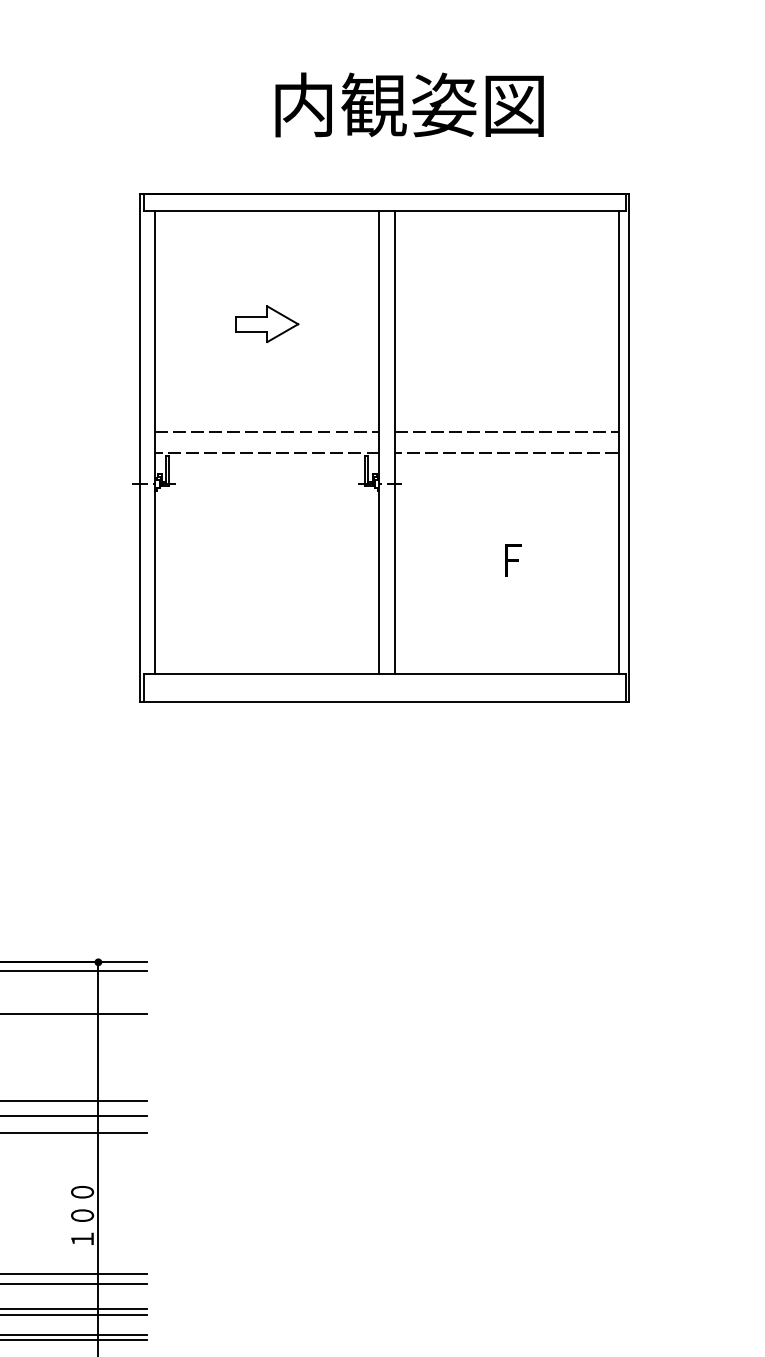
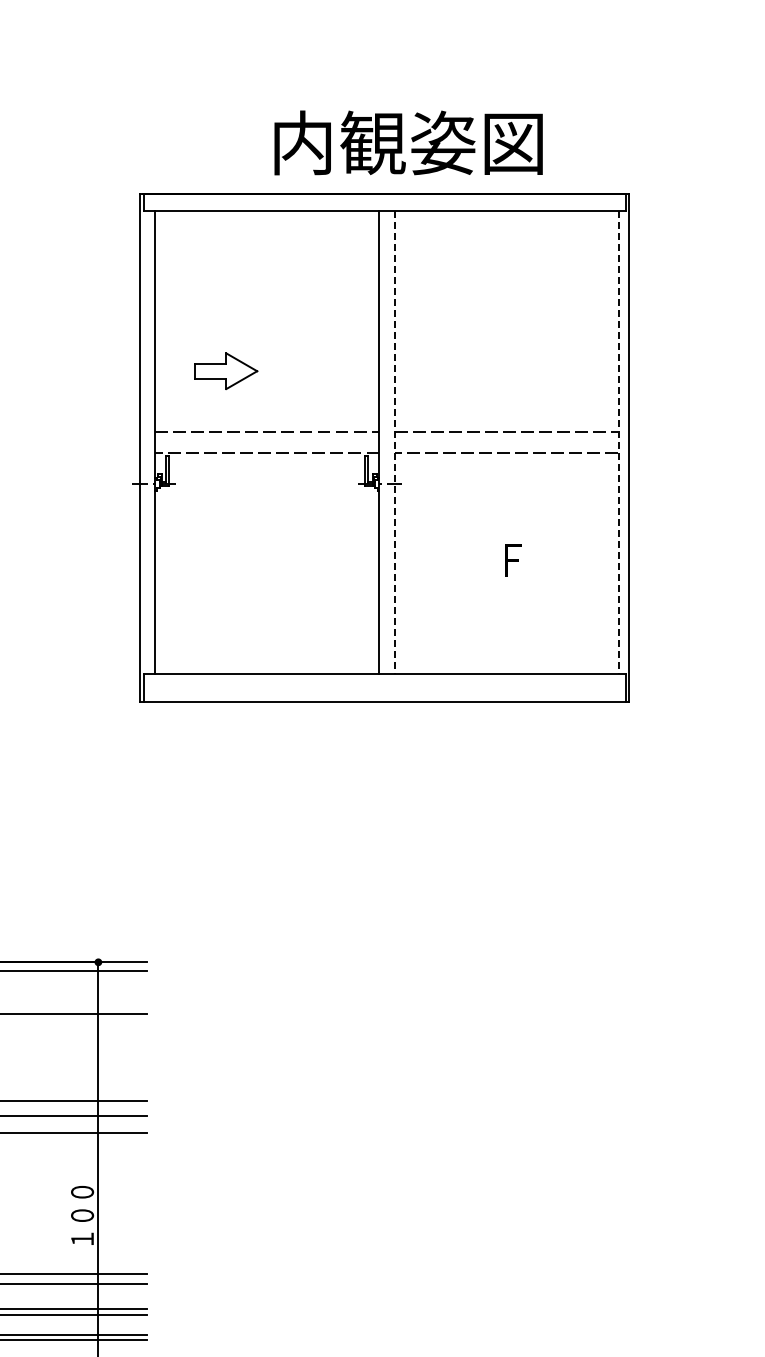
text at (409, 104) position: (409, 104) -> (408, 142)
part at (267, 324) position: (267, 324) -> (226, 371)
line at (394, 442): solid -> dashed
line at (619, 442): solid -> dashed
